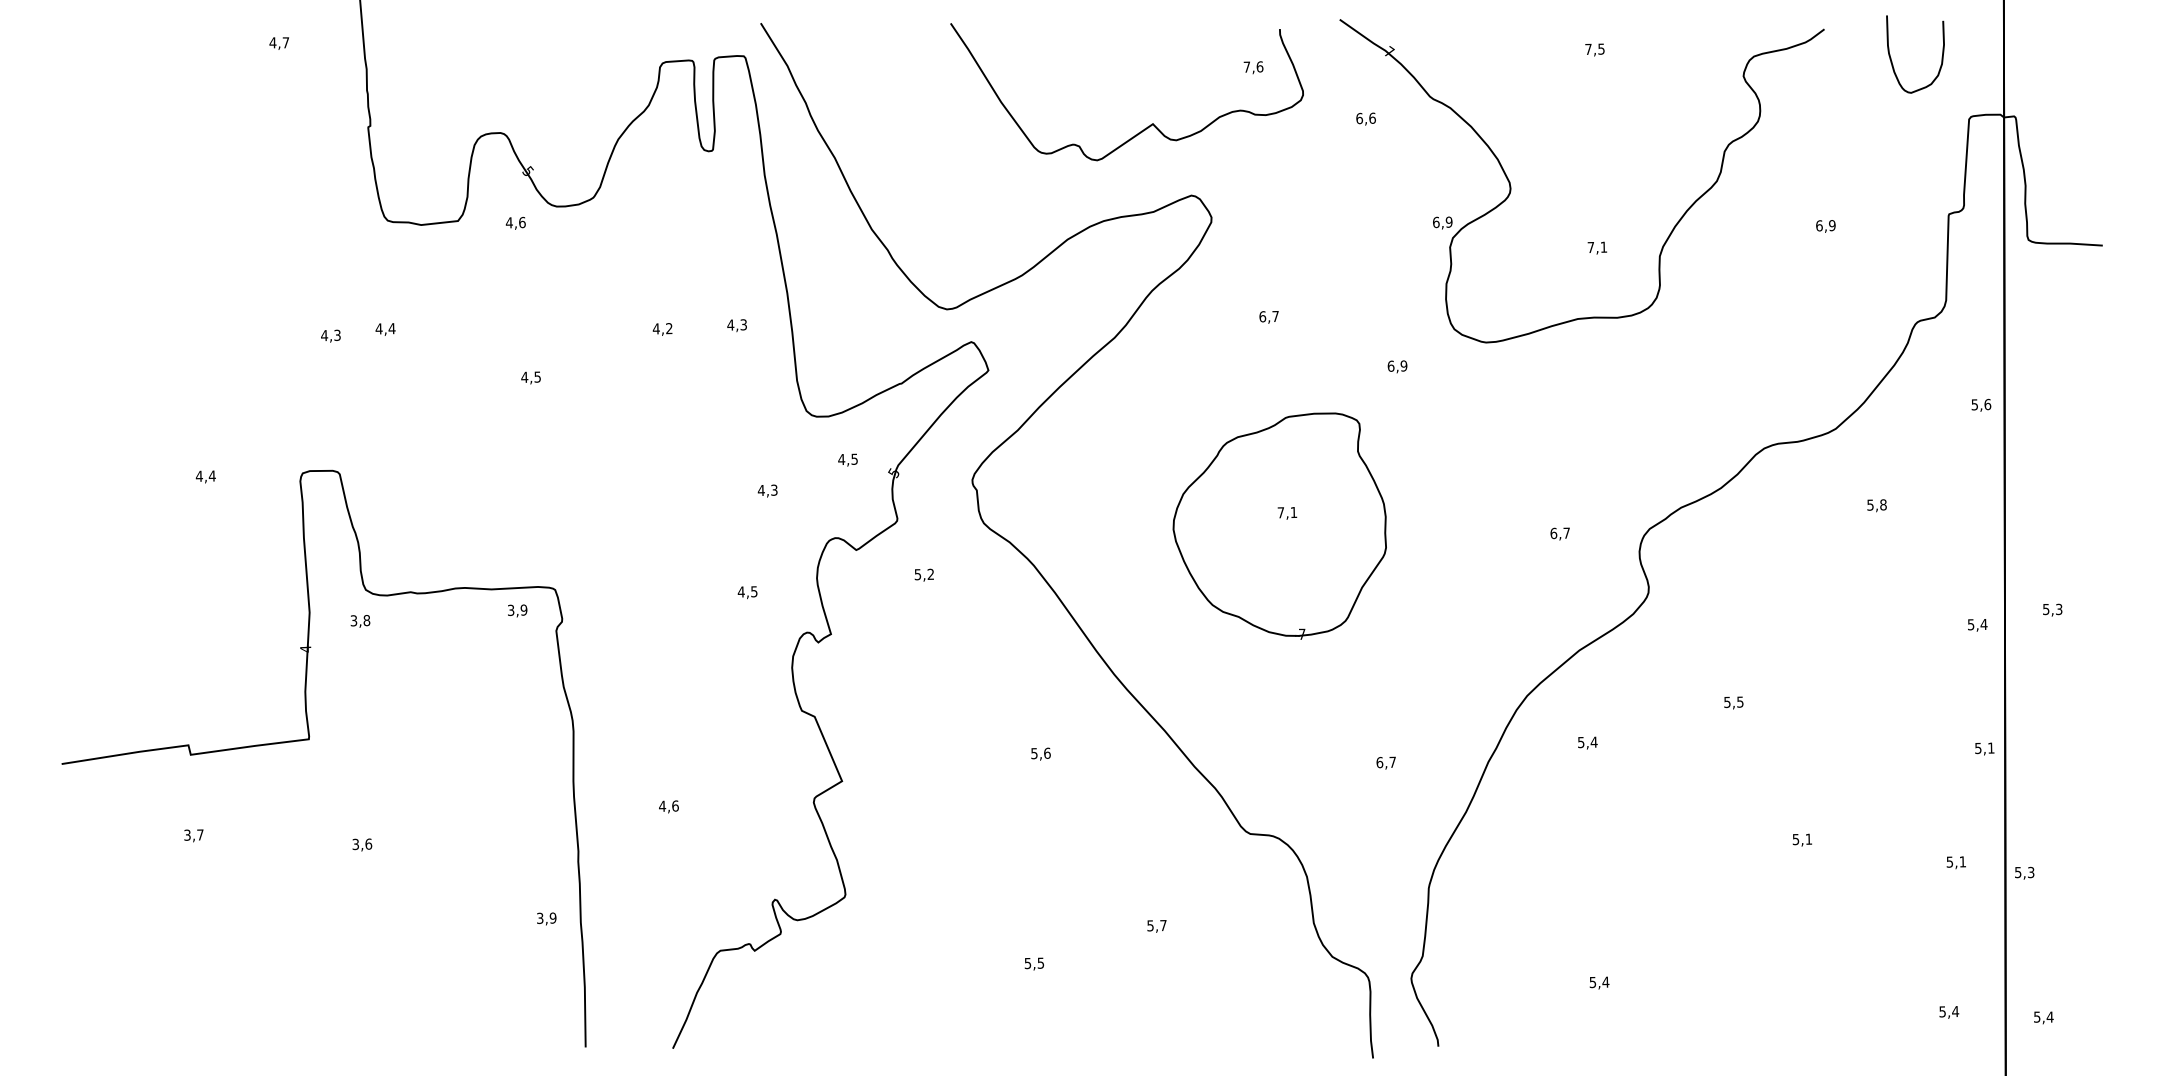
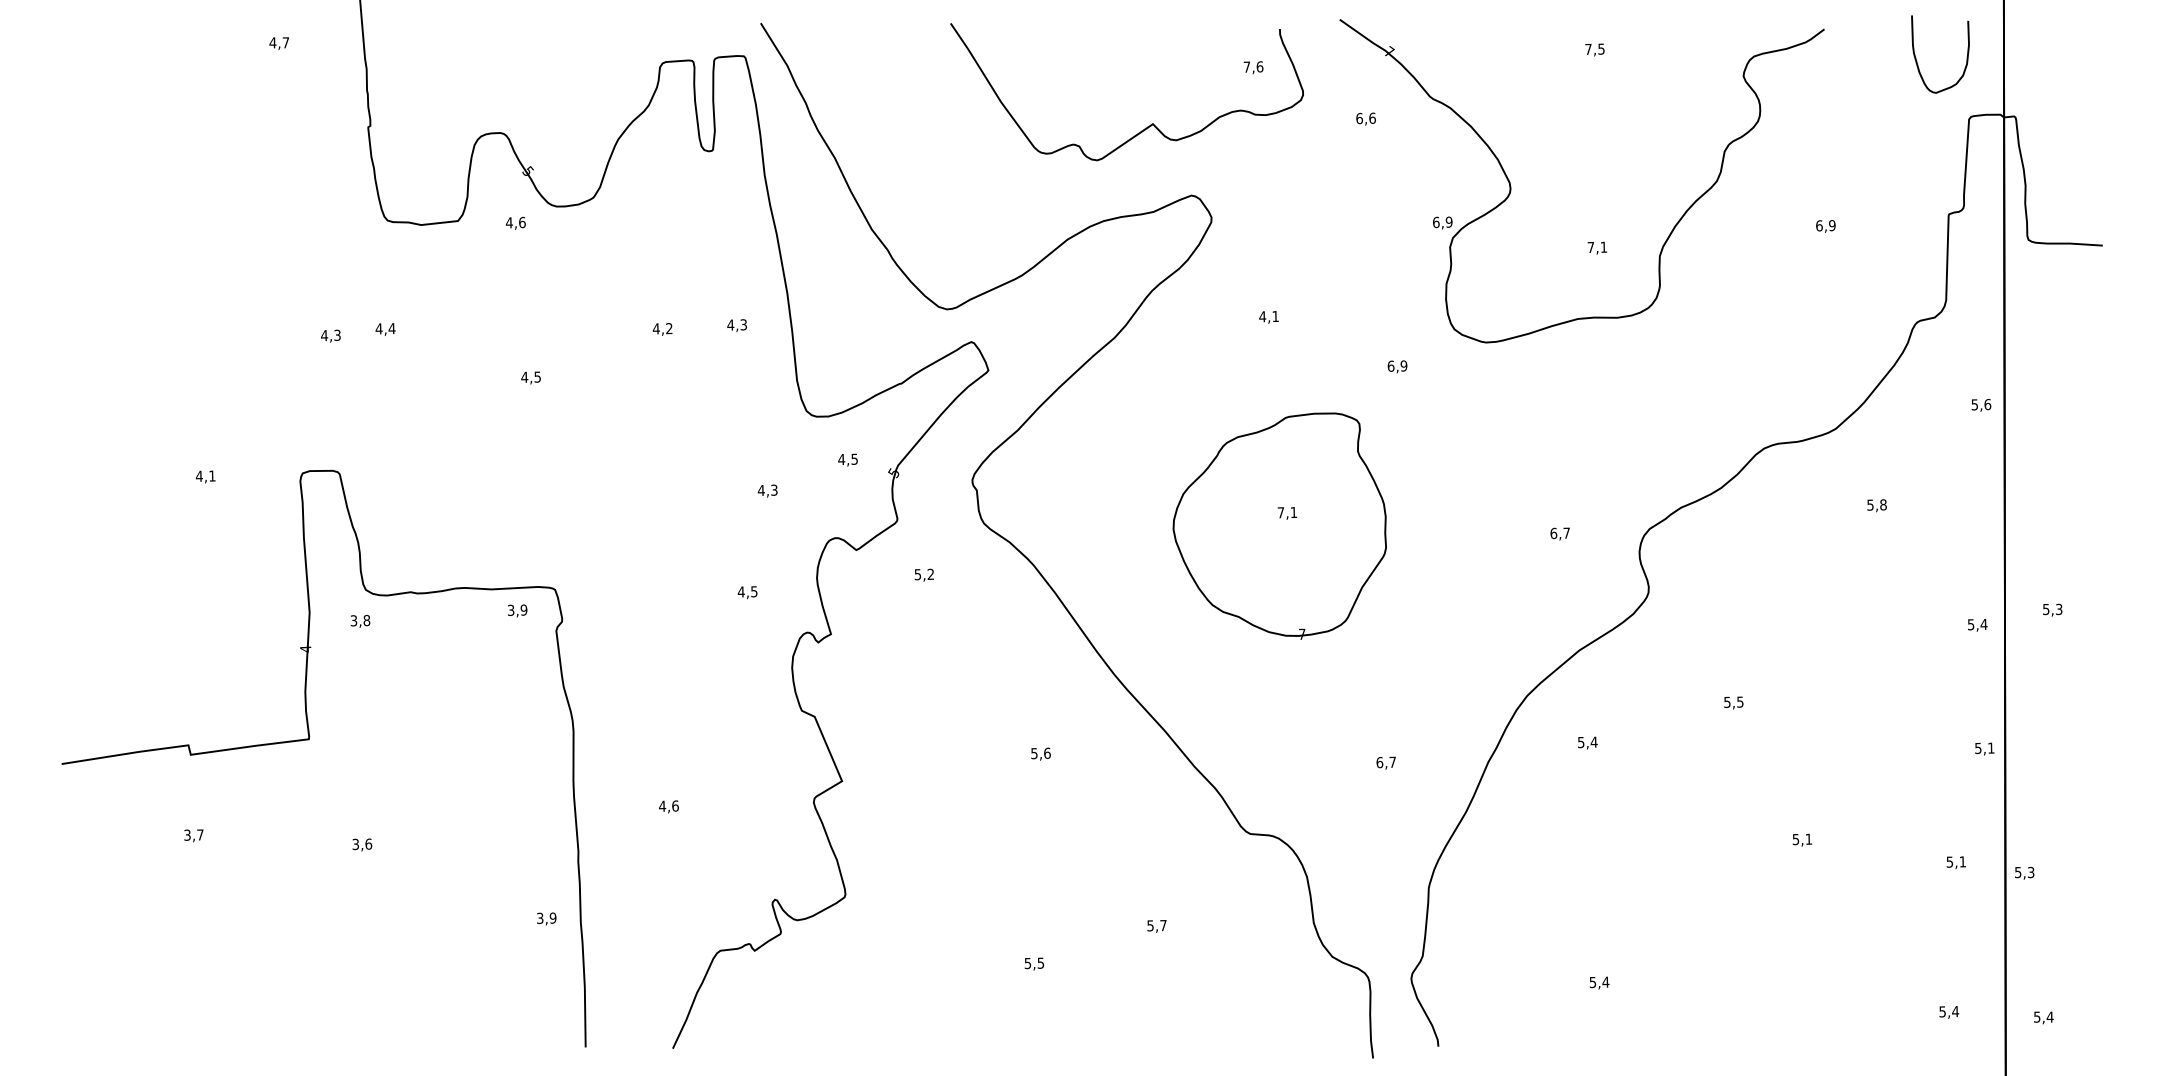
curve at (1892, 61) position: (1892, 61) -> (1917, 61)
text at (1268, 316): 6,7 -> 4,1
text at (211, 475): 4,4 -> 4,1
